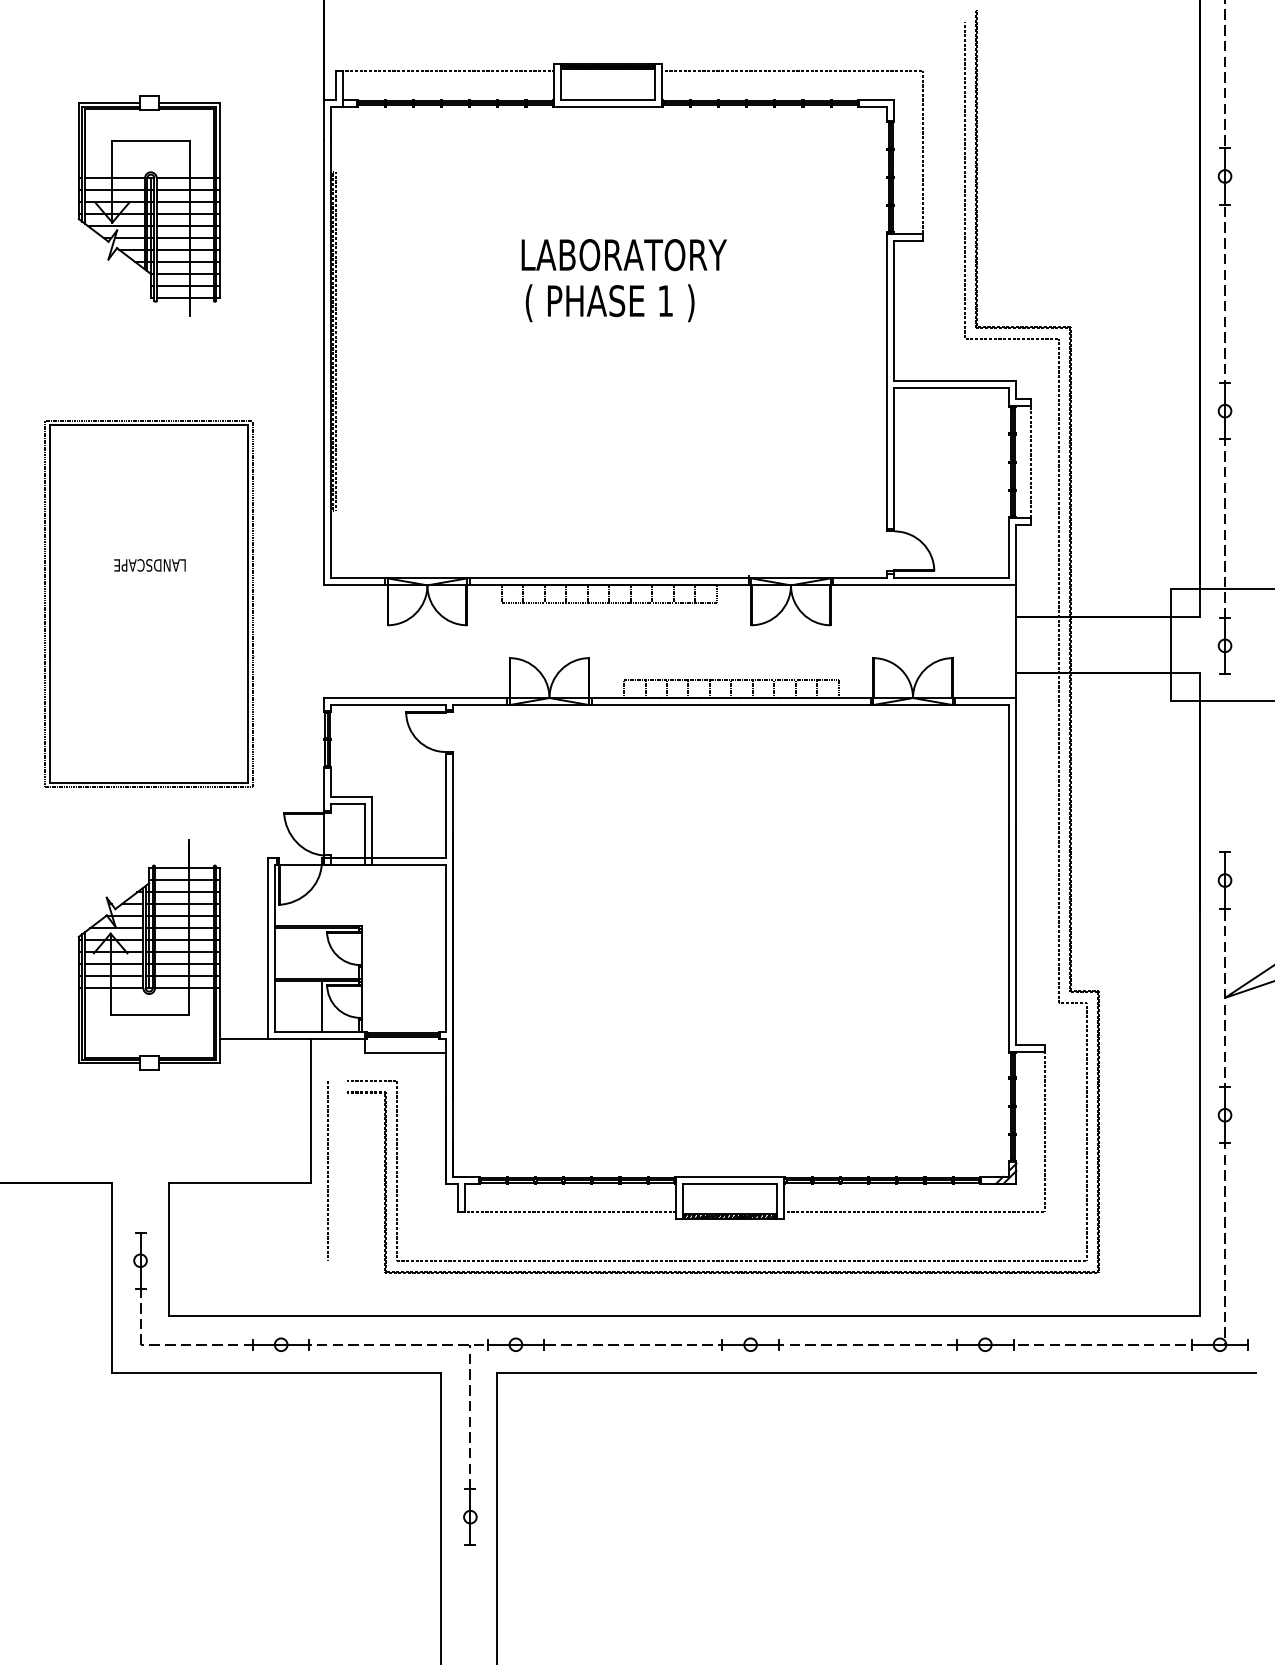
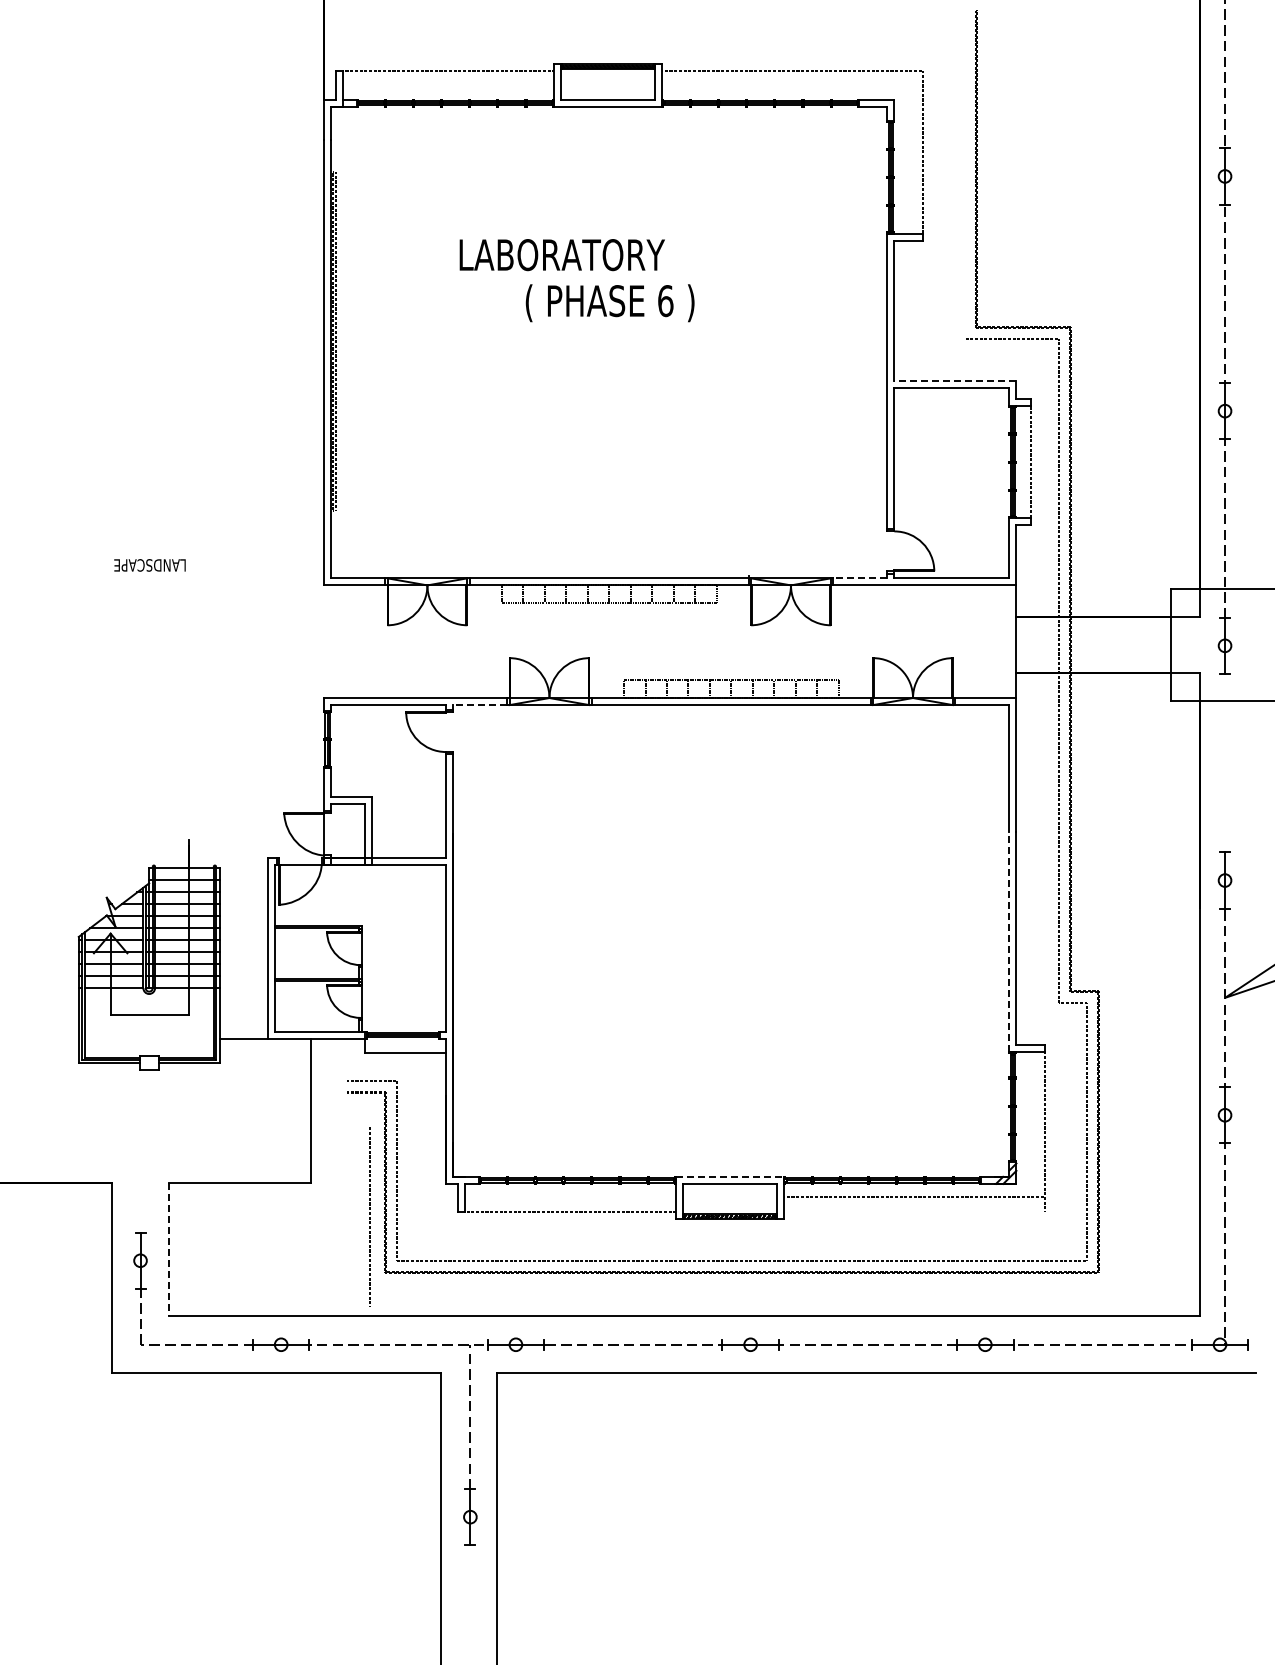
line at (964, 180): present -> none
part at (148, 205): present -> none
text at (623, 255) position: (623, 255) -> (561, 255)
text at (665, 301): 1 -> 6
line at (954, 381): solid -> dashed
line at (859, 578): solid -> dashed
part at (149, 603): present -> none
line at (479, 705): solid -> dashed
line at (1009, 941): solid -> dashed
line at (321, 1005): present -> none
line at (327, 1171) position: (327, 1171) -> (369, 1217)
line at (730, 1176): solid -> dashed
line at (914, 1212) position: (914, 1212) -> (914, 1197)
line at (168, 1249): solid -> dashed
